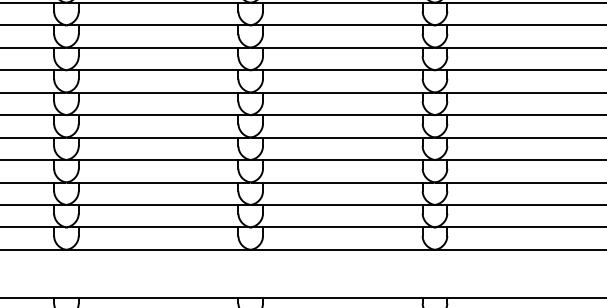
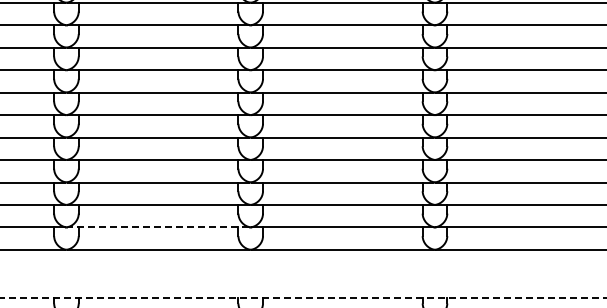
line at (158, 227): solid -> dashed
line at (303, 297): solid -> dashed
